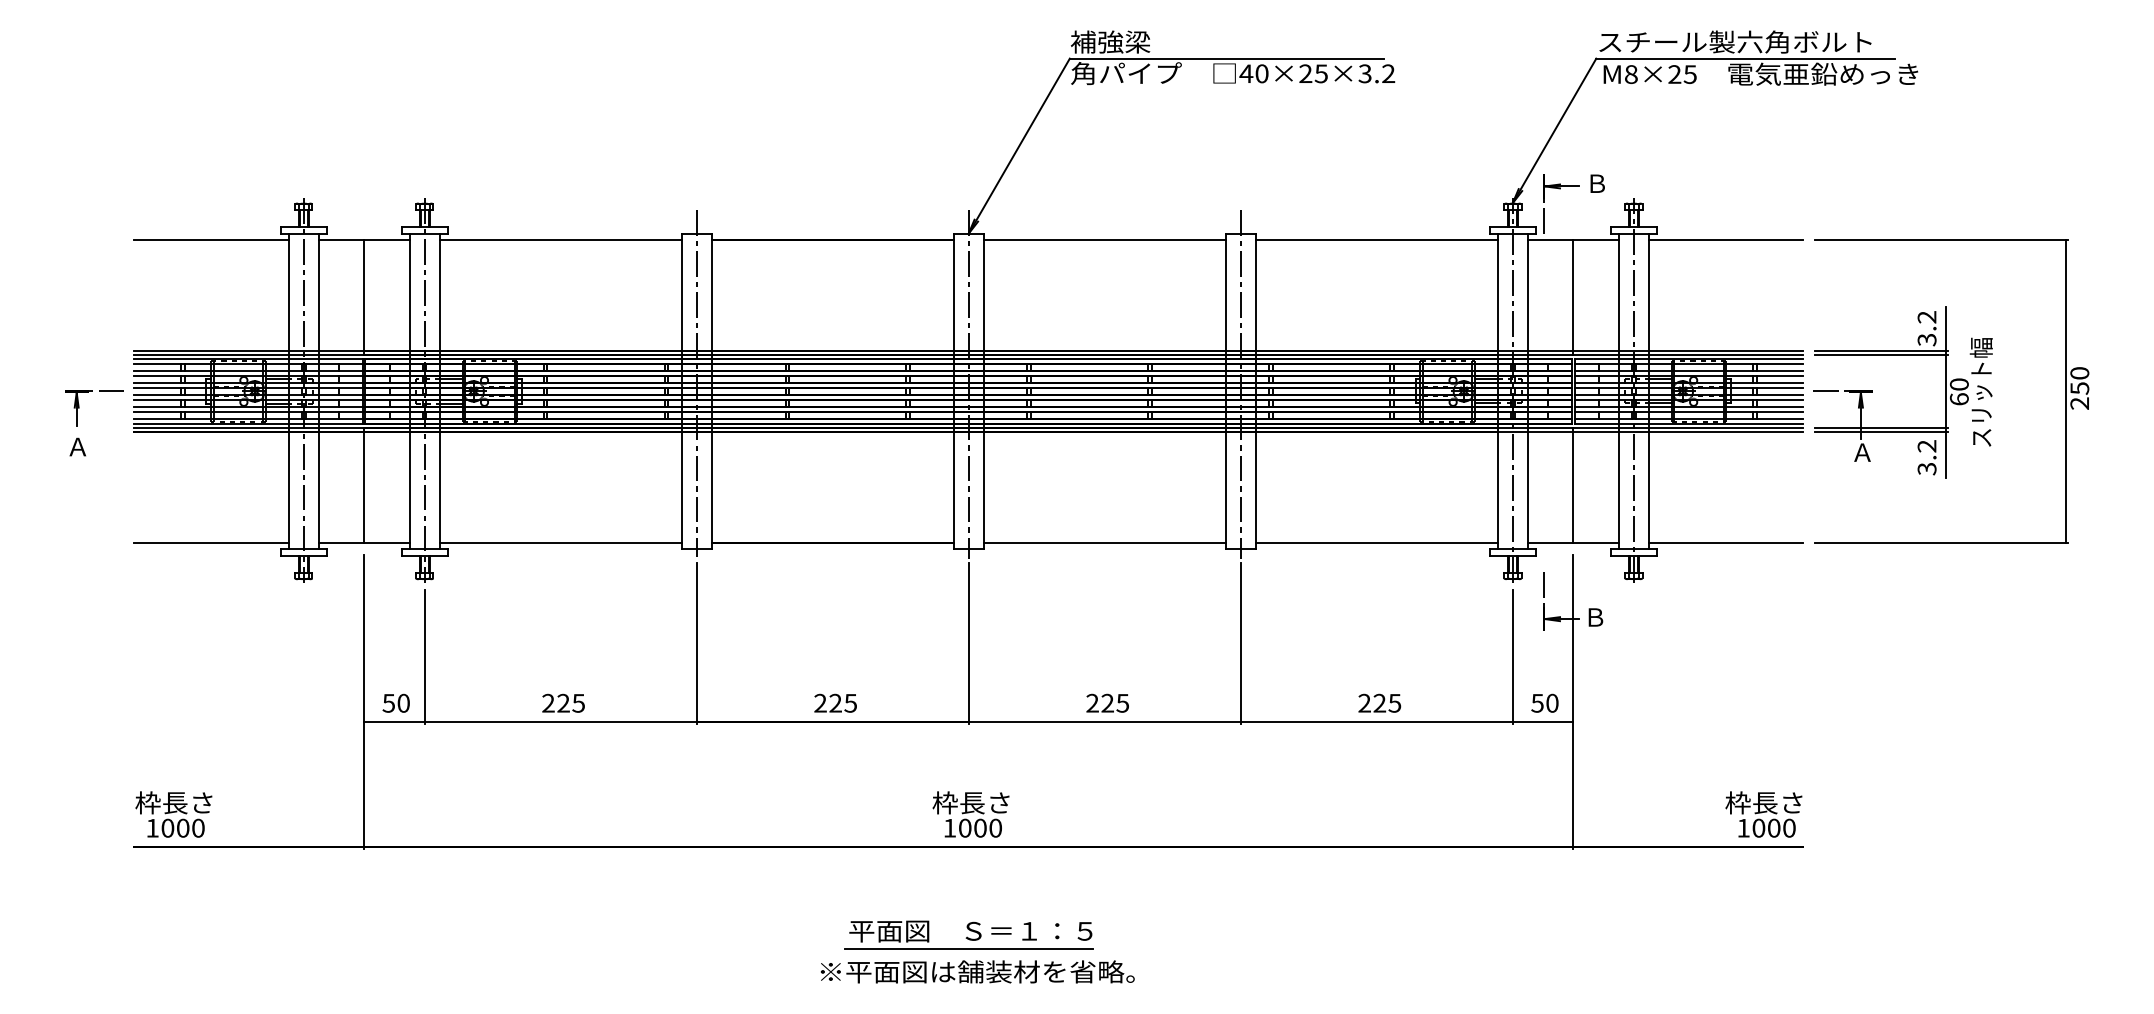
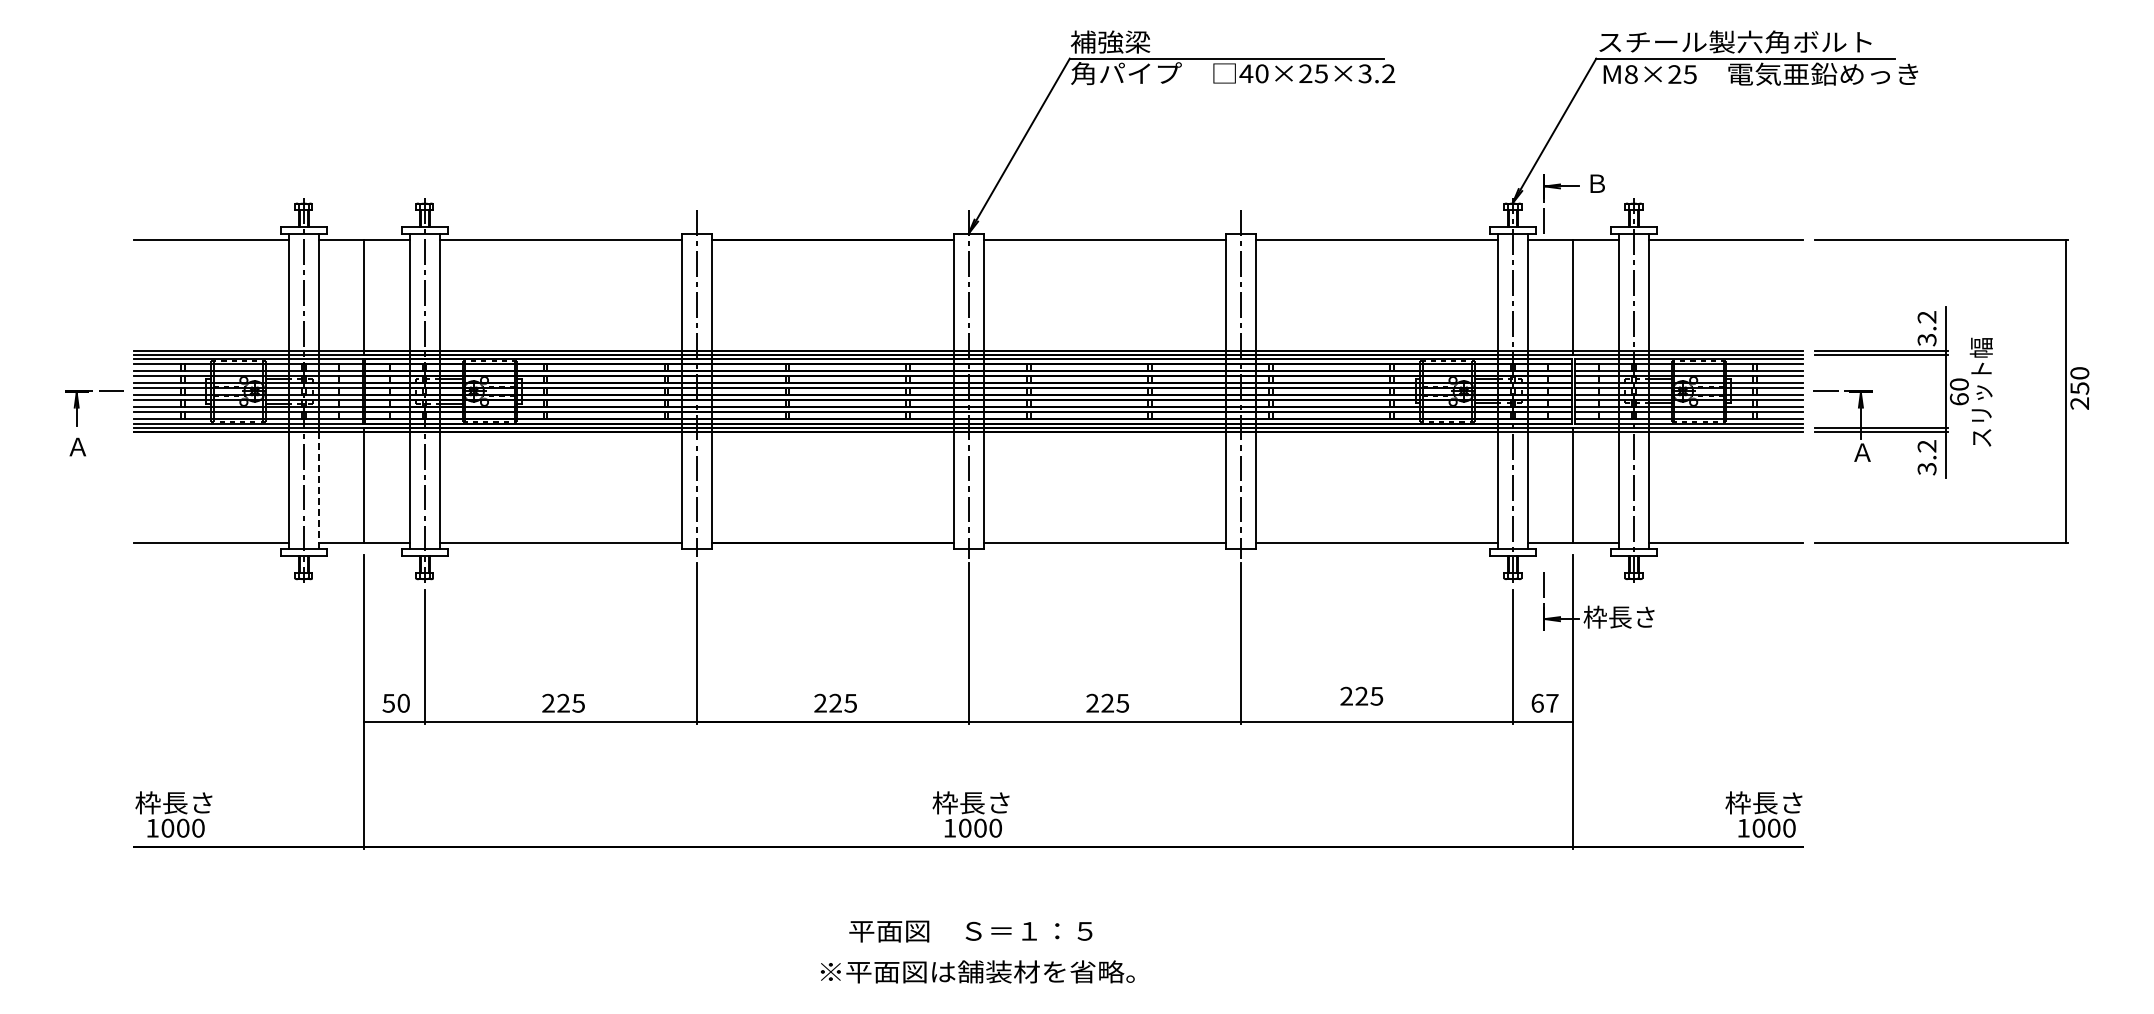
line at (318, 490): solid -> dashed
text at (1618, 616): Ｂ -> 枠長さ
text at (1379, 702) position: (1379, 702) -> (1361, 695)
text at (1544, 702): 50 -> 67
line at (968, 949): present -> none
